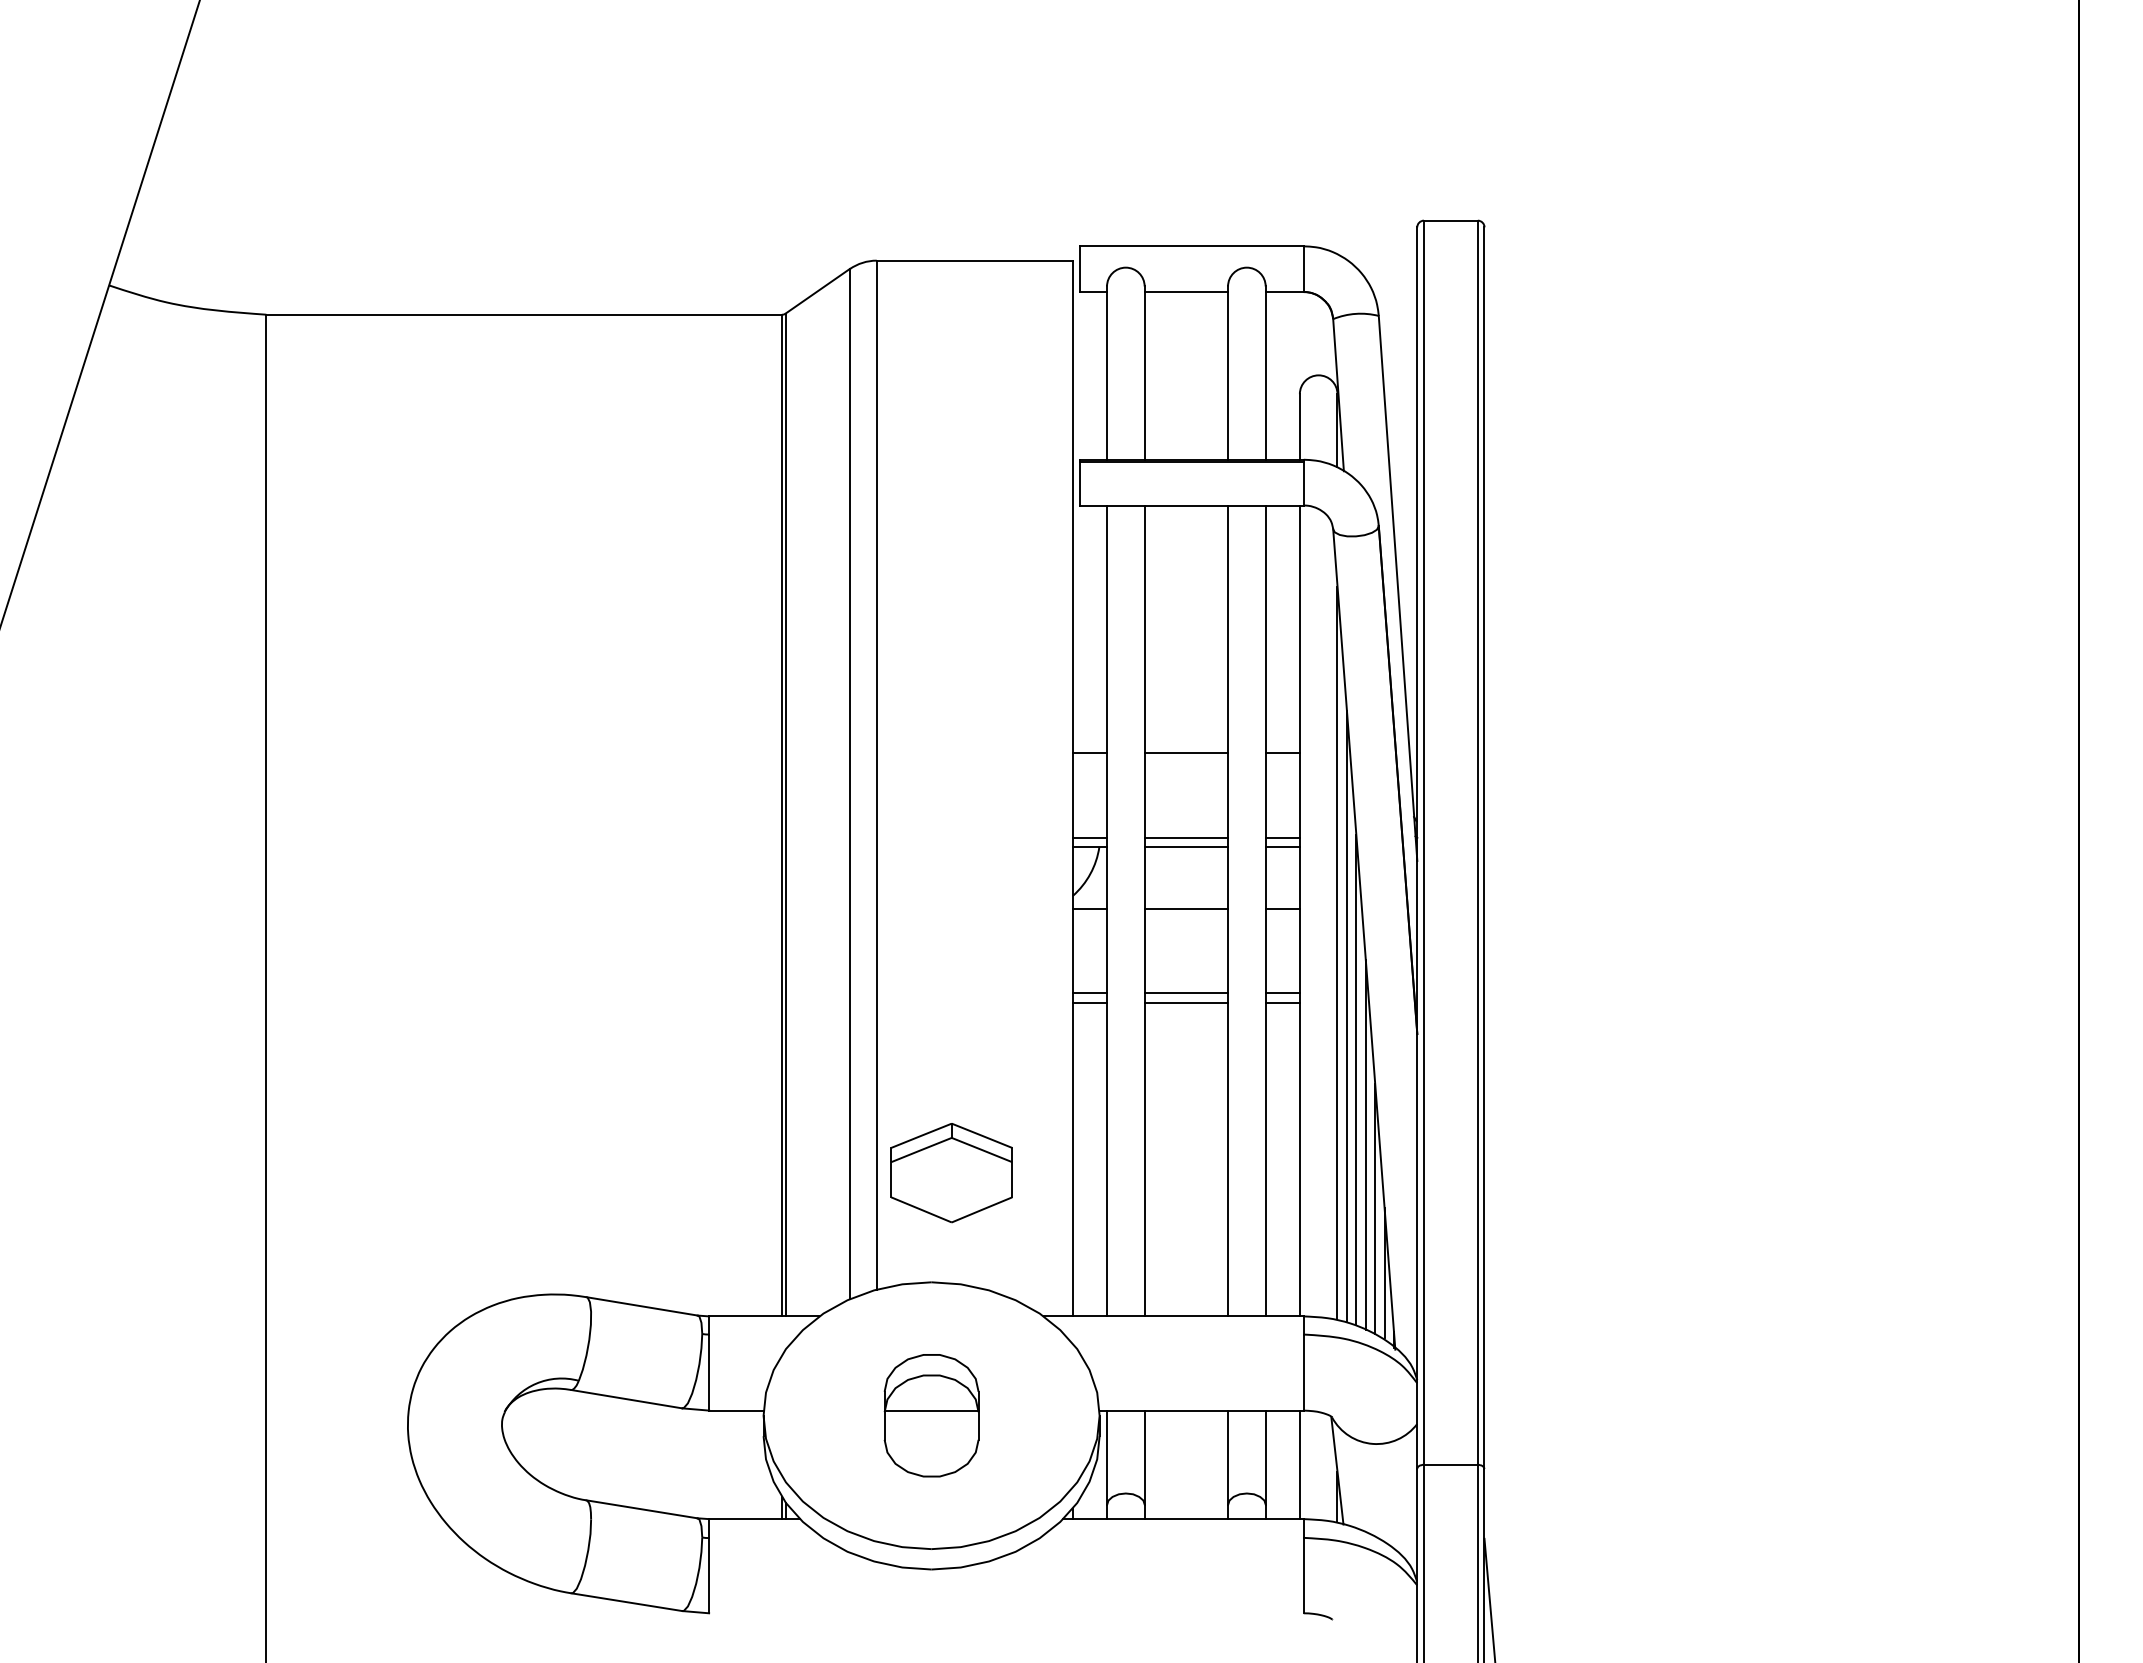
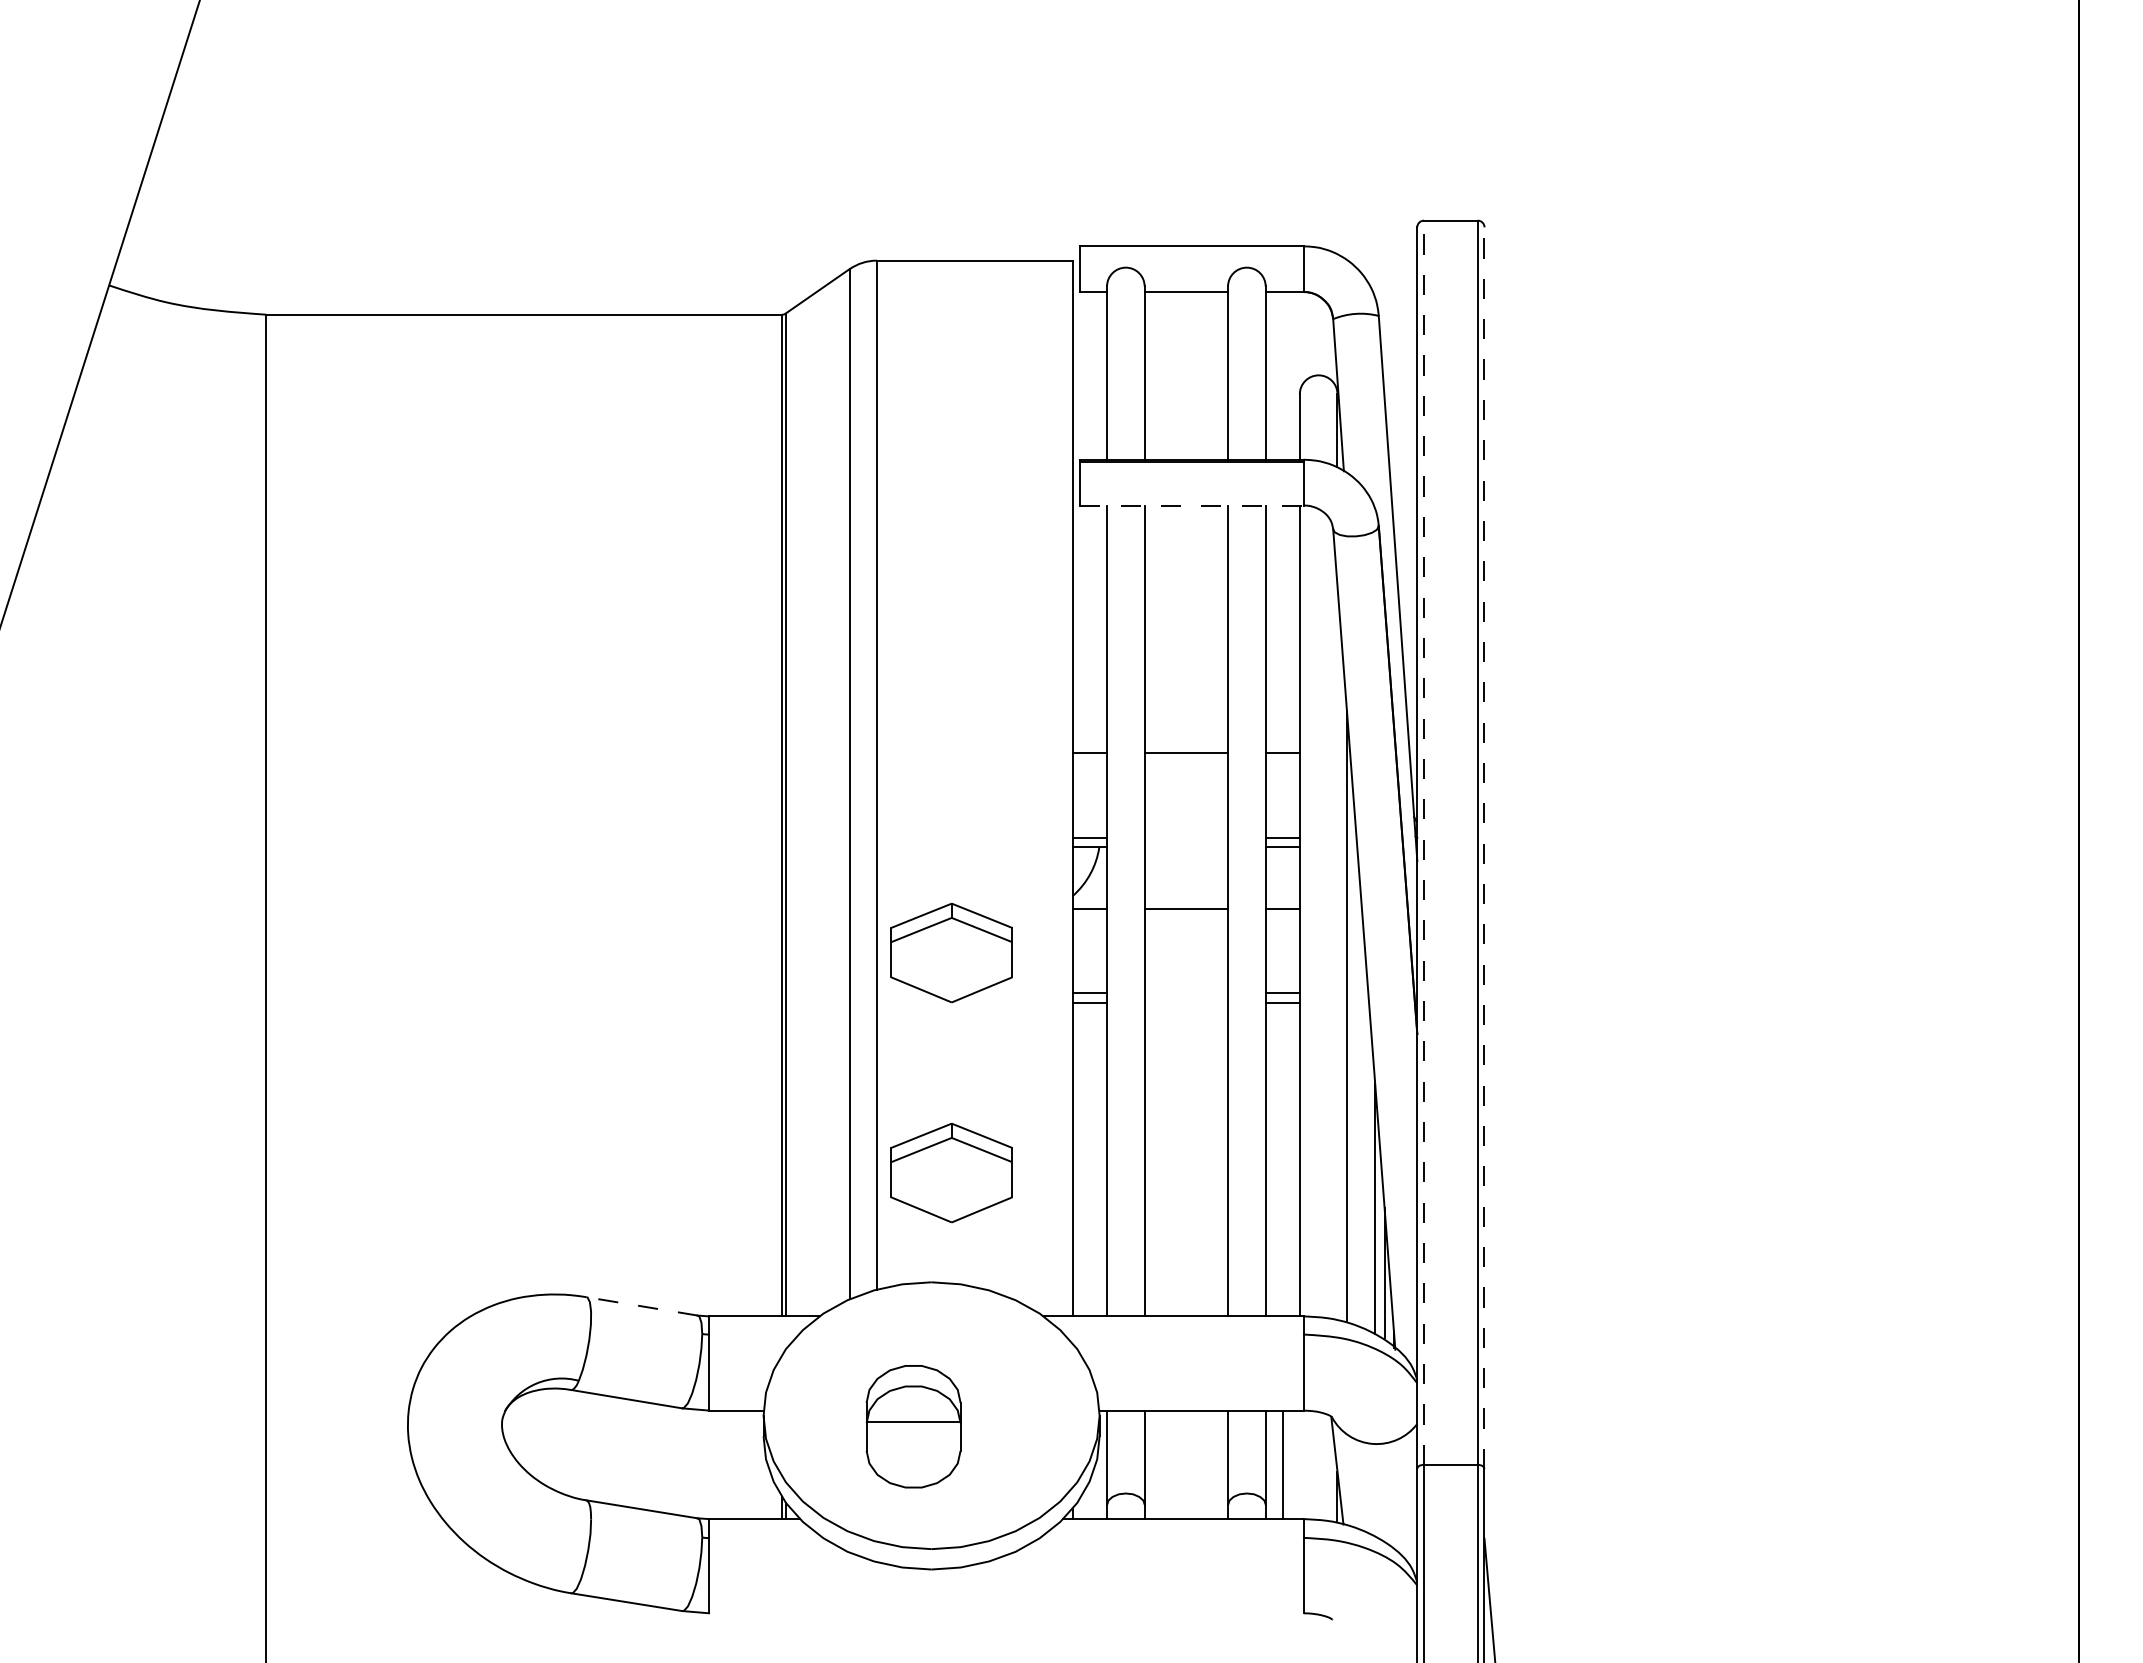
line at (1192, 505): solid -> dashed
line at (1186, 837): present -> none
line at (1423, 842): solid -> dashed
line at (1186, 847): present -> none
line at (1484, 848): solid -> dashed
line at (1337, 952): present -> none
part at (951, 953): none -> present
line at (1186, 992): present -> none
line at (1186, 1002): present -> none
line at (1356, 1079): present -> none
line at (1365, 1144): present -> none
line at (641, 1306): solid -> dashed
part at (931, 1415) position: (931, 1415) -> (913, 1426)
line at (1299, 1464) position: (1299, 1464) -> (1282, 1464)
